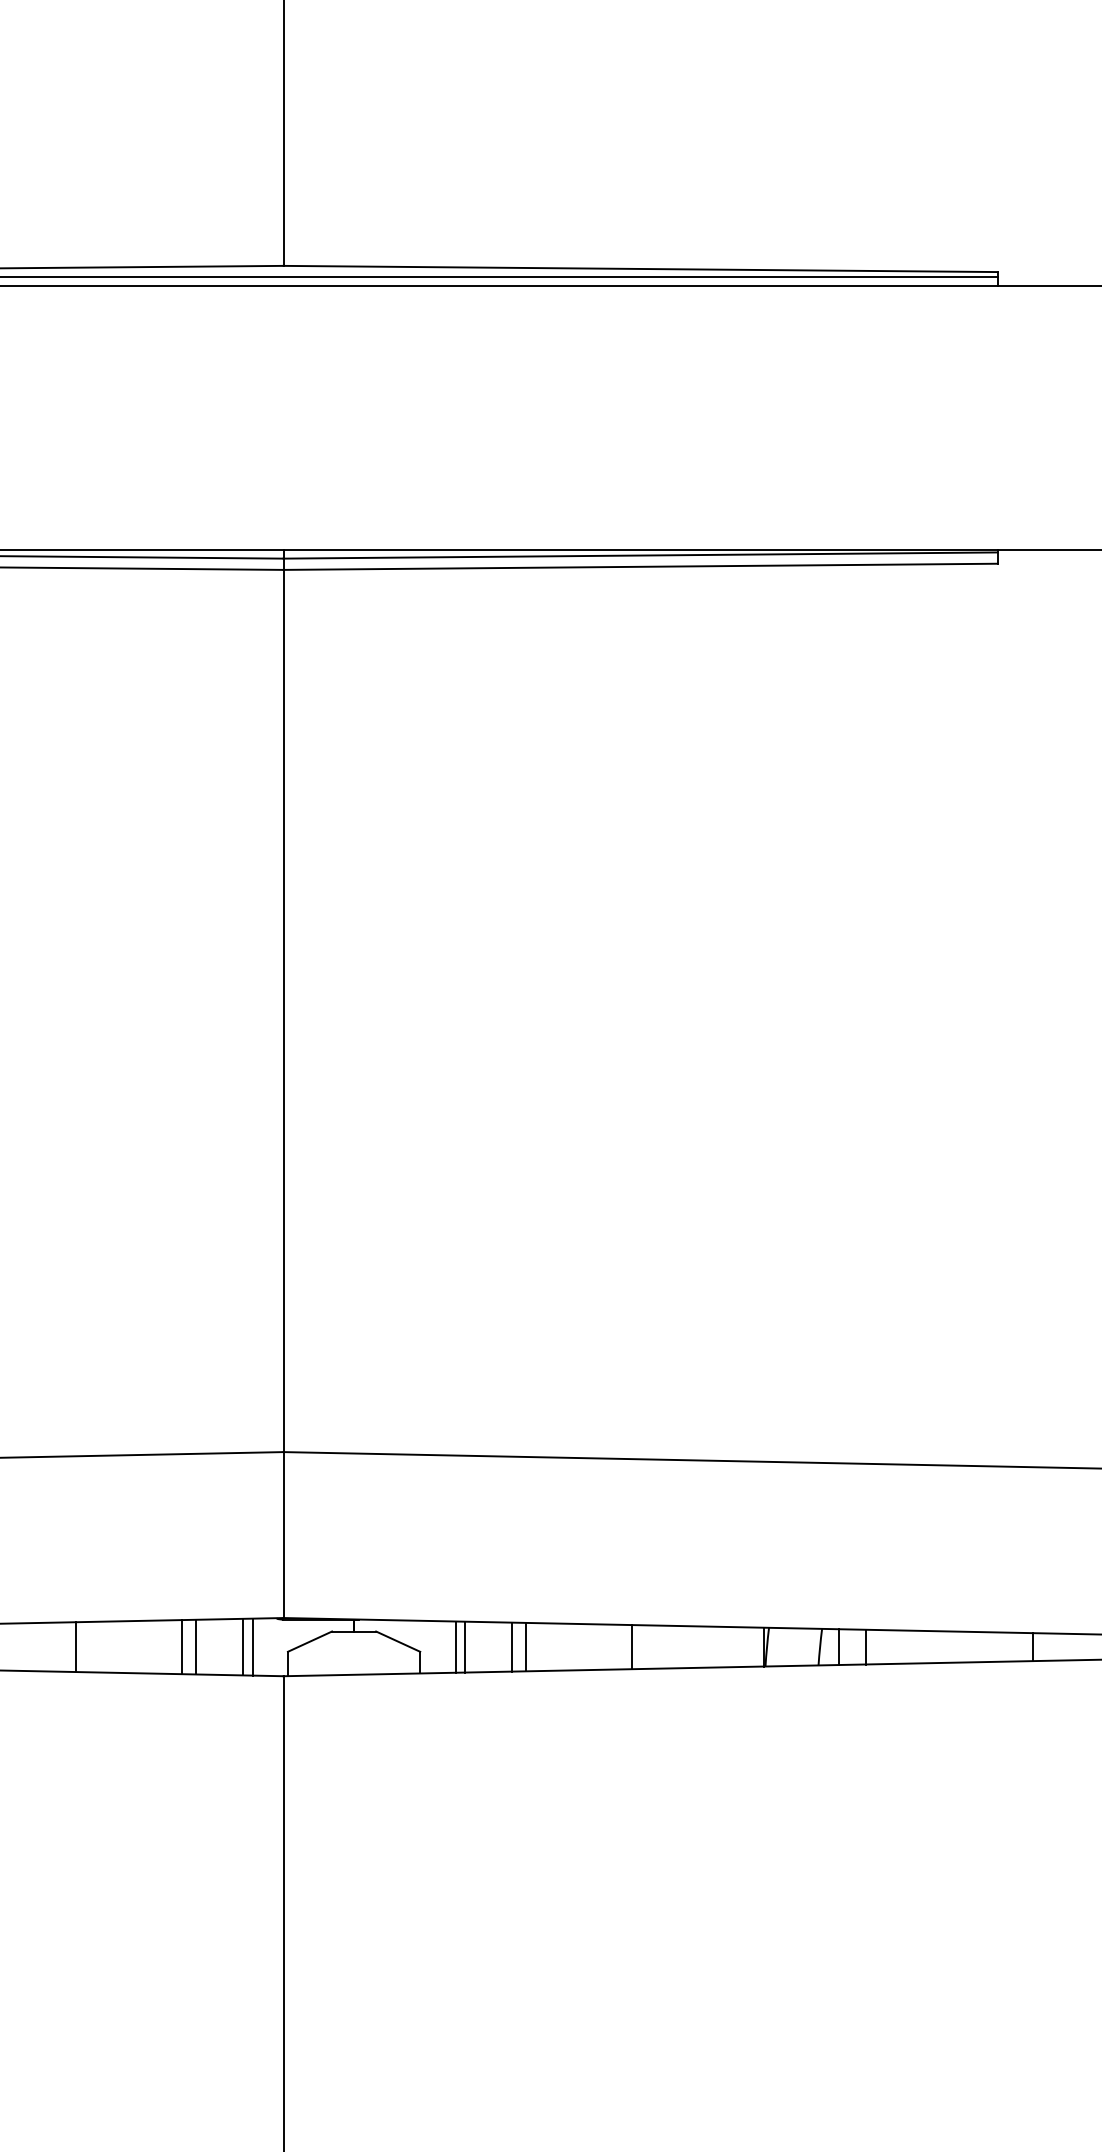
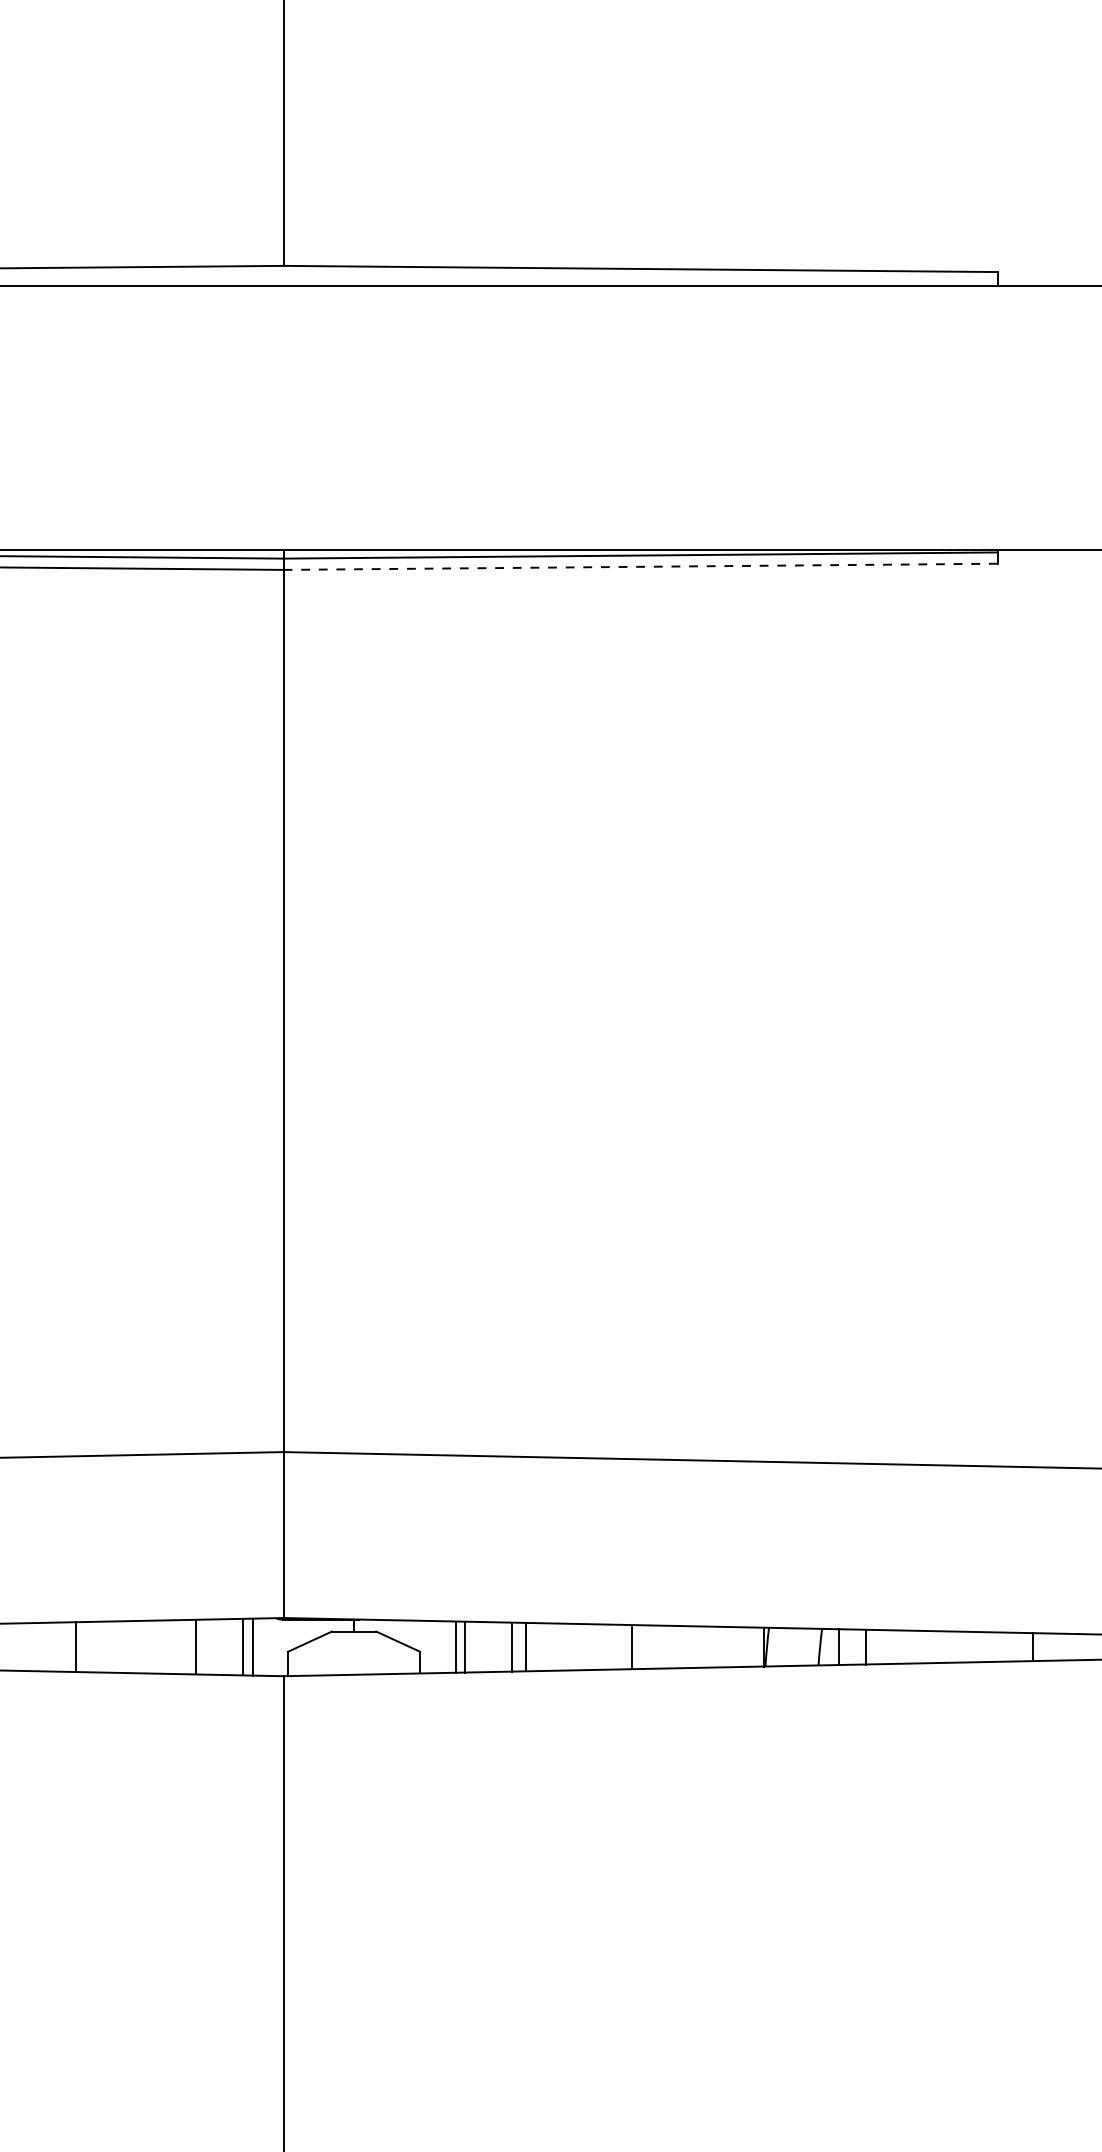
line at (499, 277): present -> none
line at (641, 566): solid -> dashed
line at (181, 1647): present -> none
